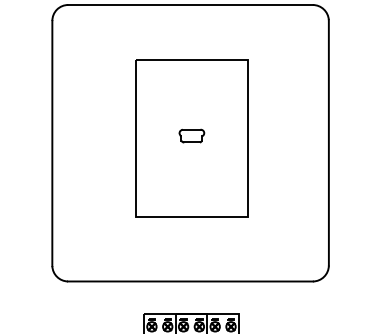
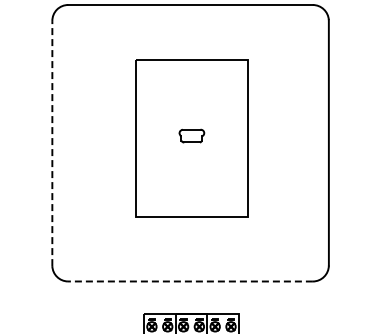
line at (52, 143): solid -> dashed
line at (189, 281): solid -> dashed
